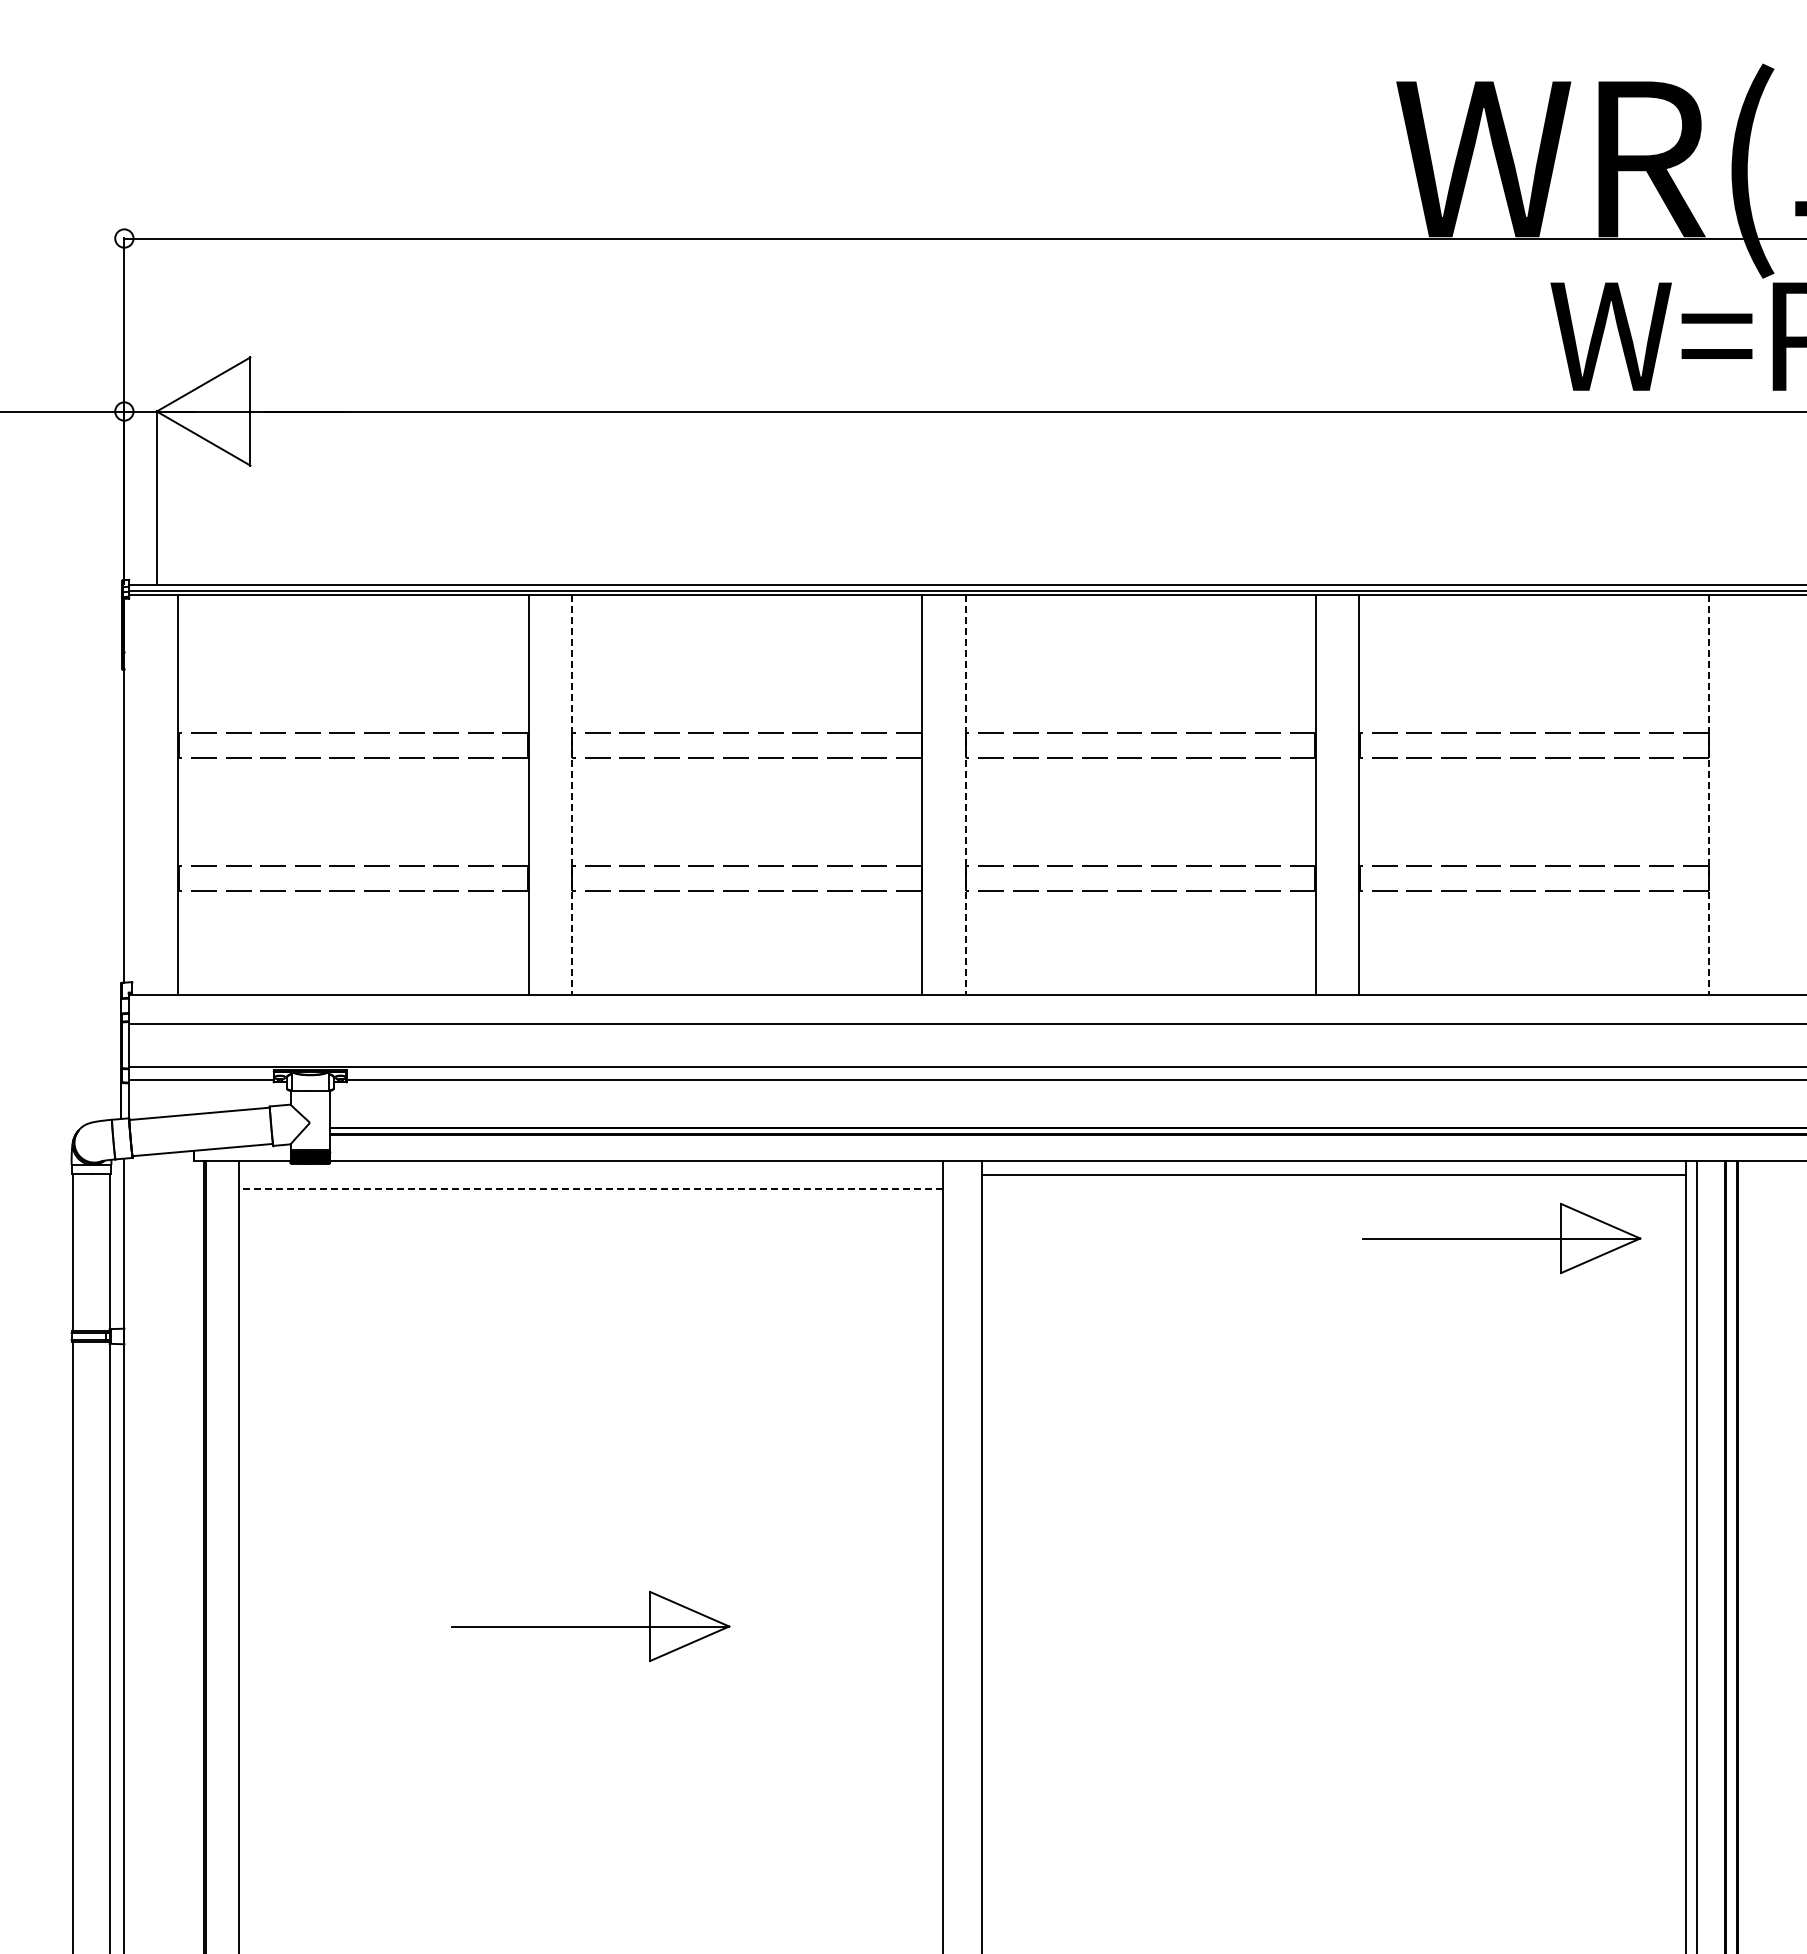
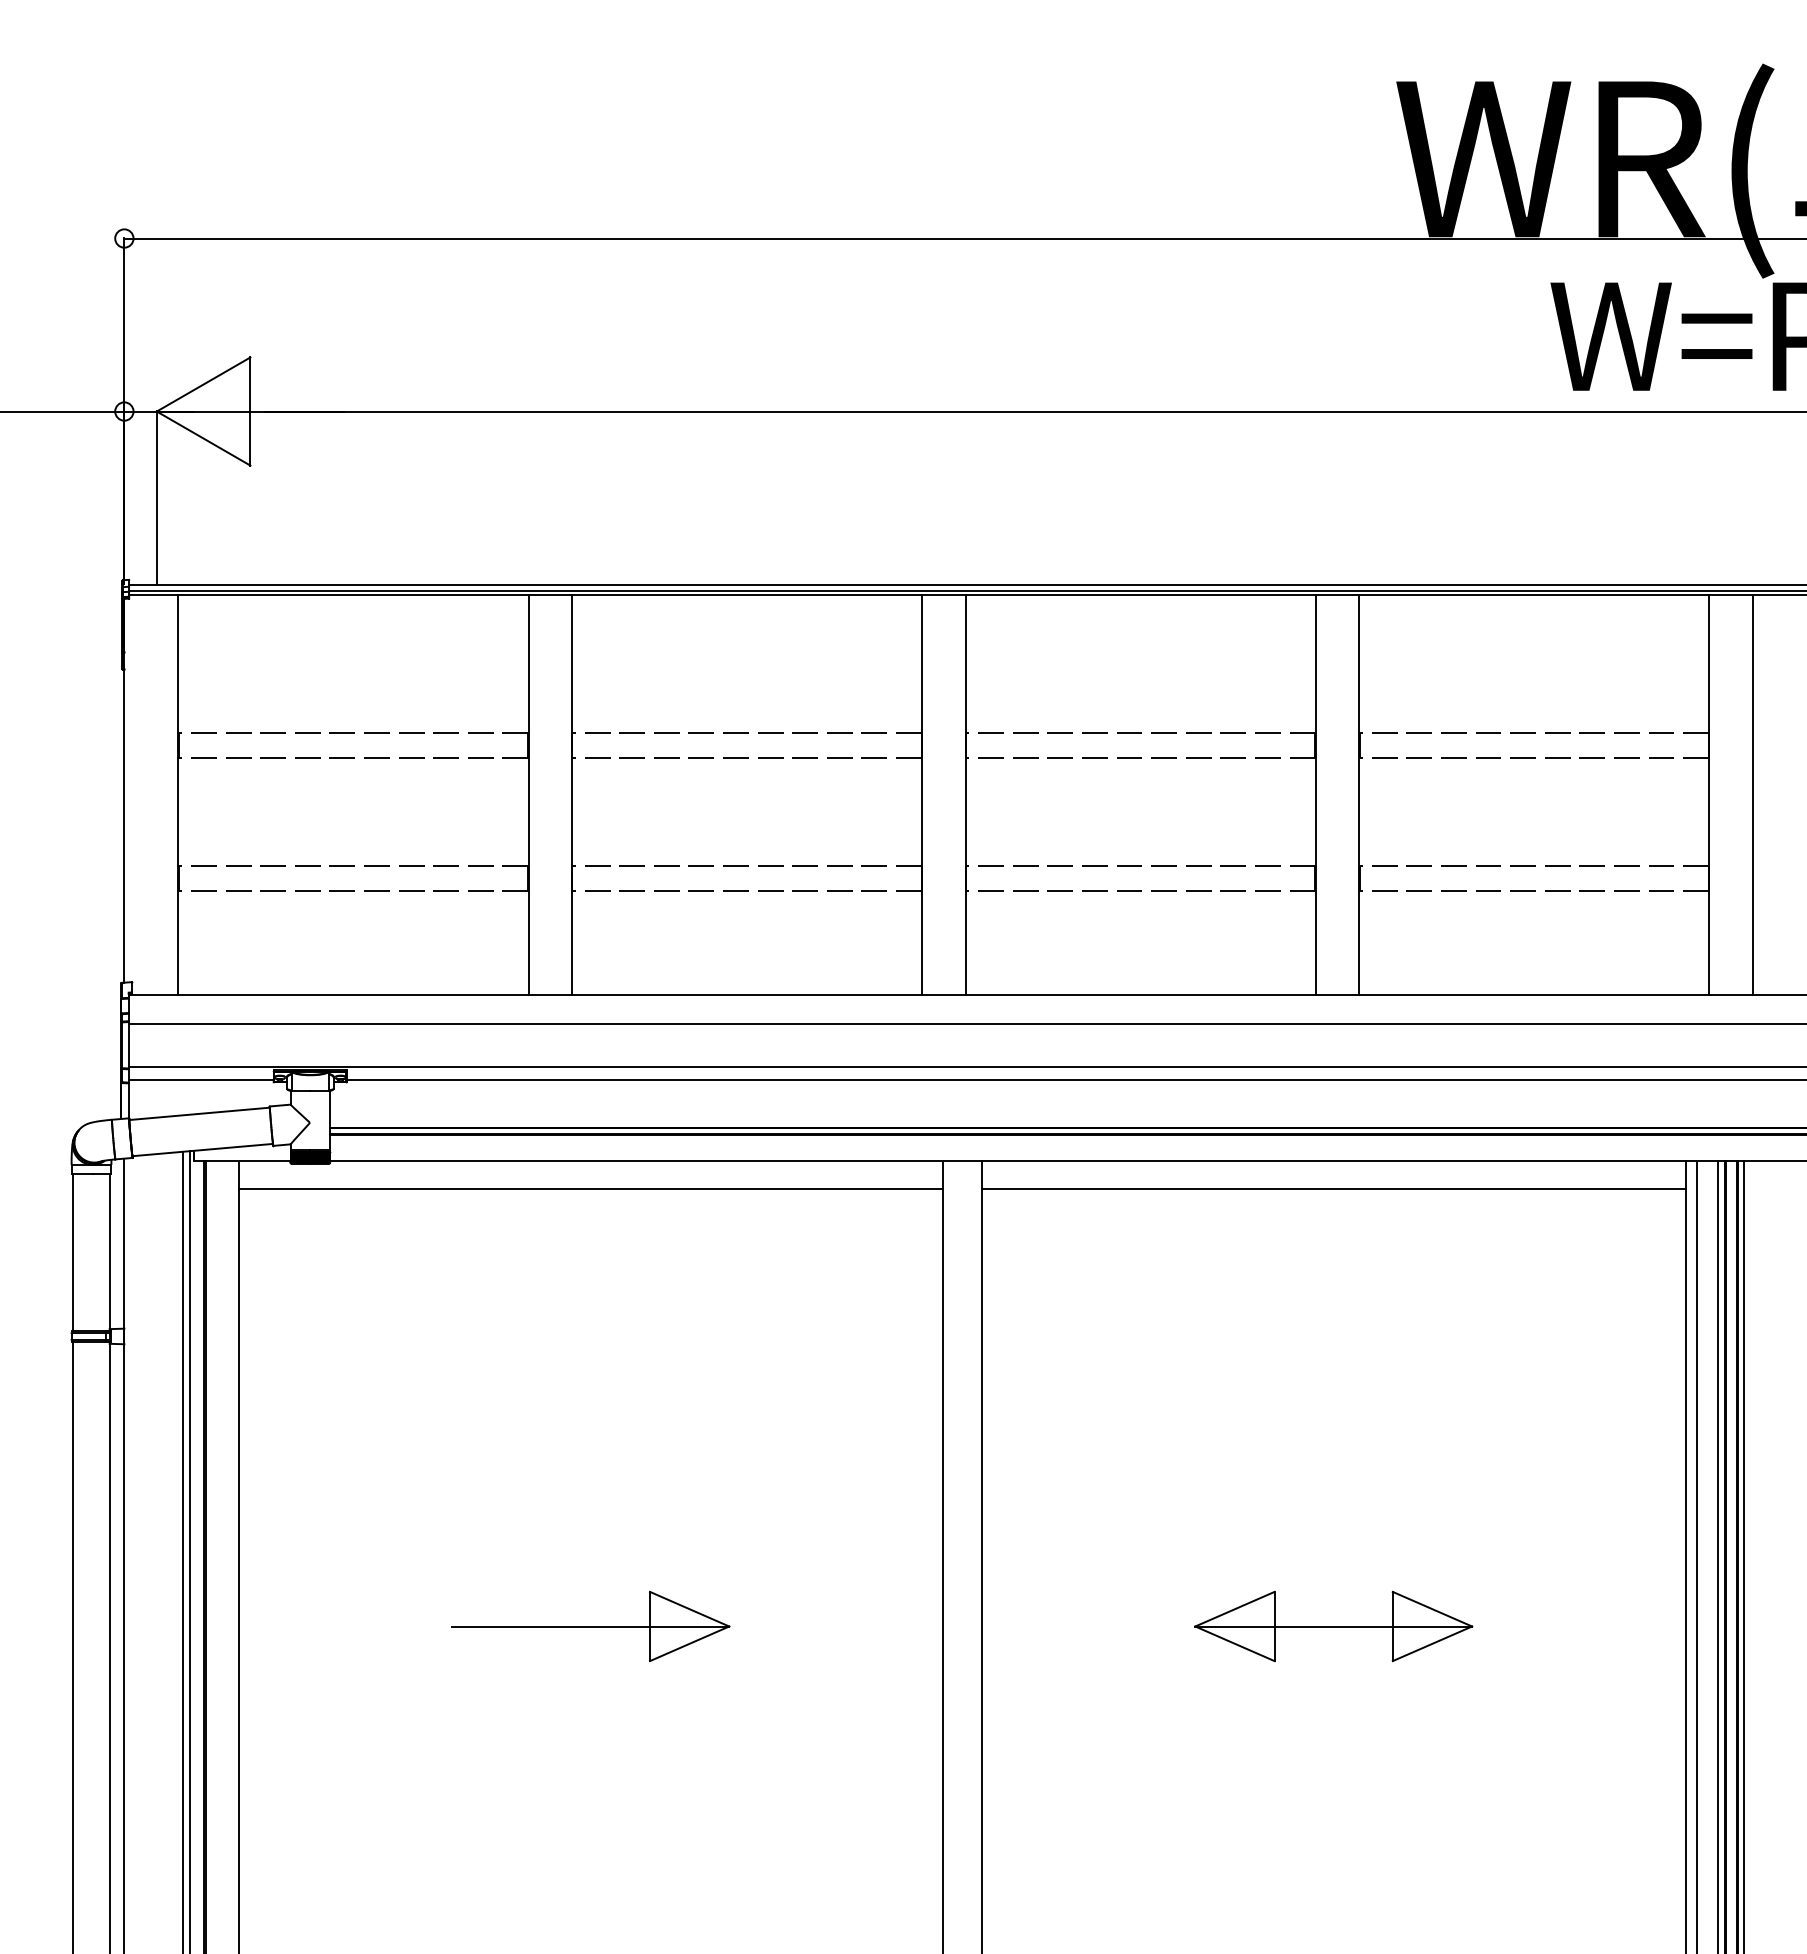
line at (572, 795): dashed -> solid
line at (965, 795): dashed -> solid
line at (1709, 795): dashed -> solid
line at (1752, 795): none -> present
line at (1333, 1174) position: (1333, 1174) -> (1333, 1188)
line at (590, 1188): dashed -> solid
part at (1501, 1238): present -> none
line at (182, 1550): none -> present
line at (190, 1550): none -> present
line at (1718, 1555): none -> present
line at (1743, 1555): none -> present
part at (1333, 1626): none -> present
